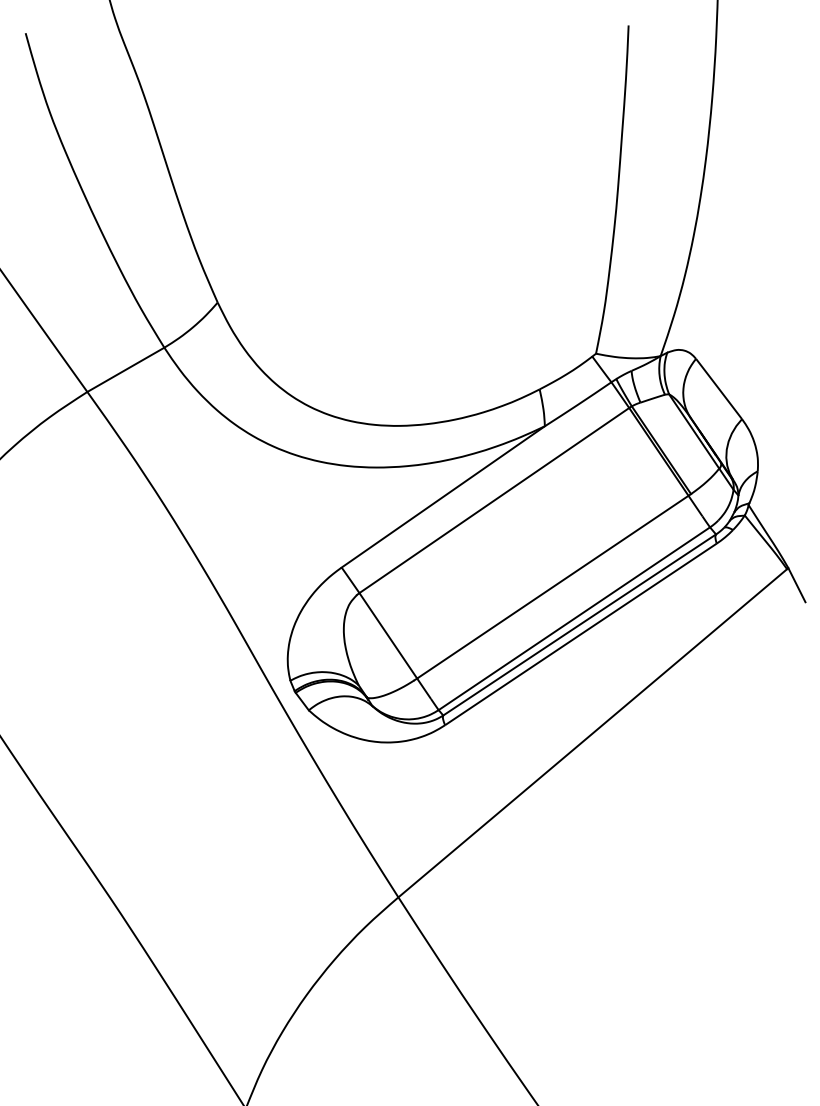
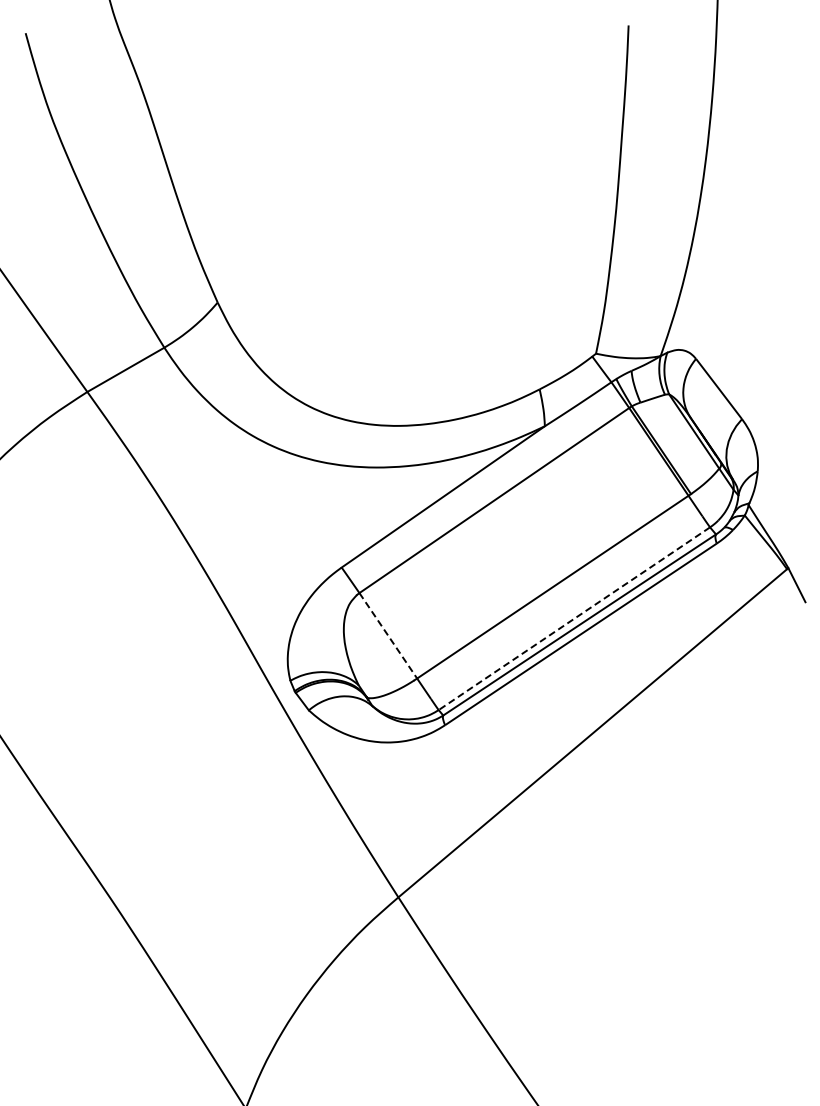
line at (574, 618): solid -> dashed
line at (388, 635): solid -> dashed
